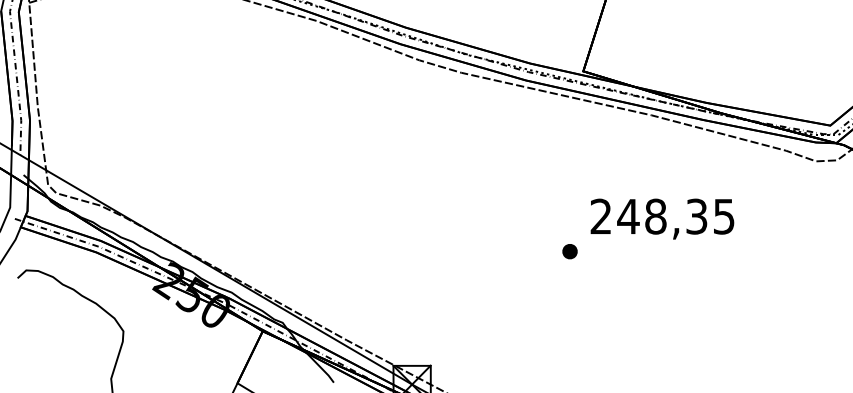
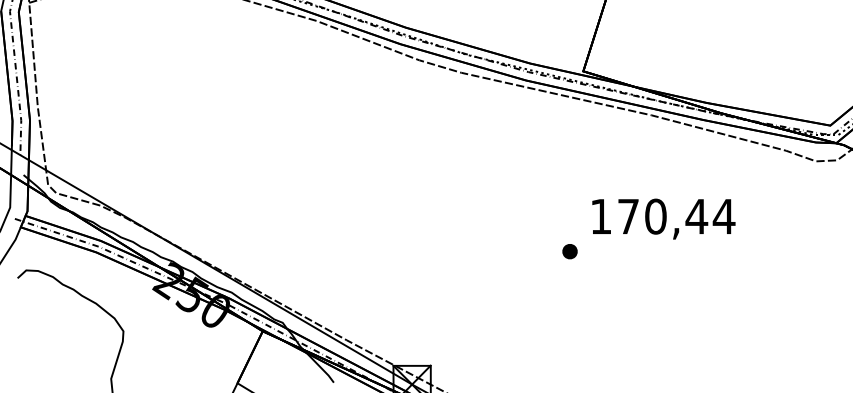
text at (662, 216): 248,35 -> 170,44
